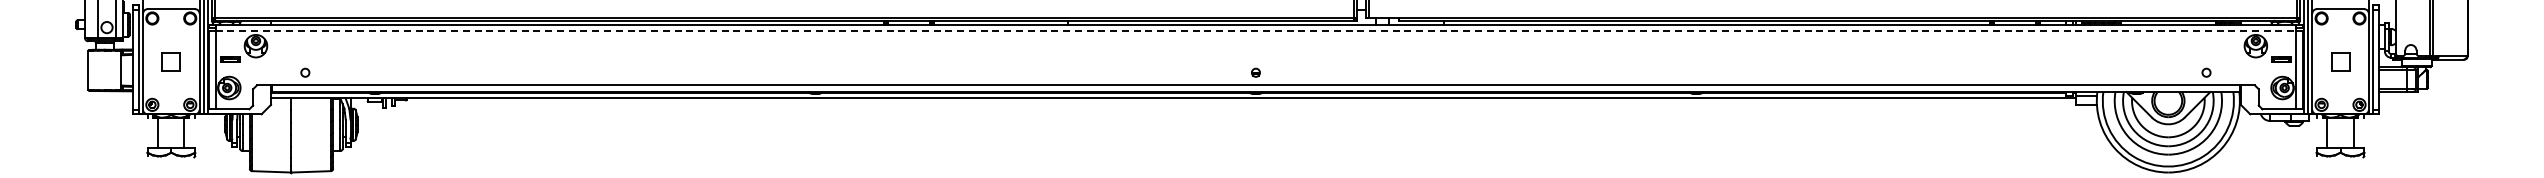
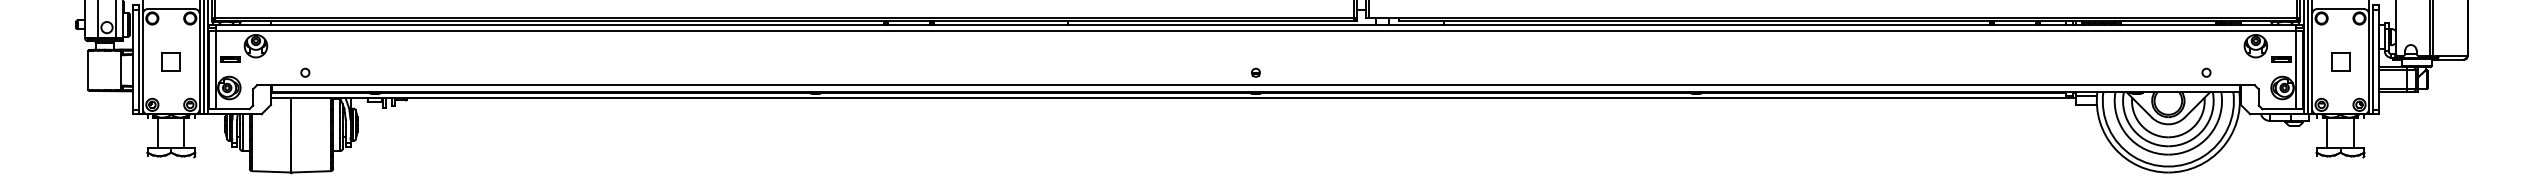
line at (1256, 31): dashed -> solid
